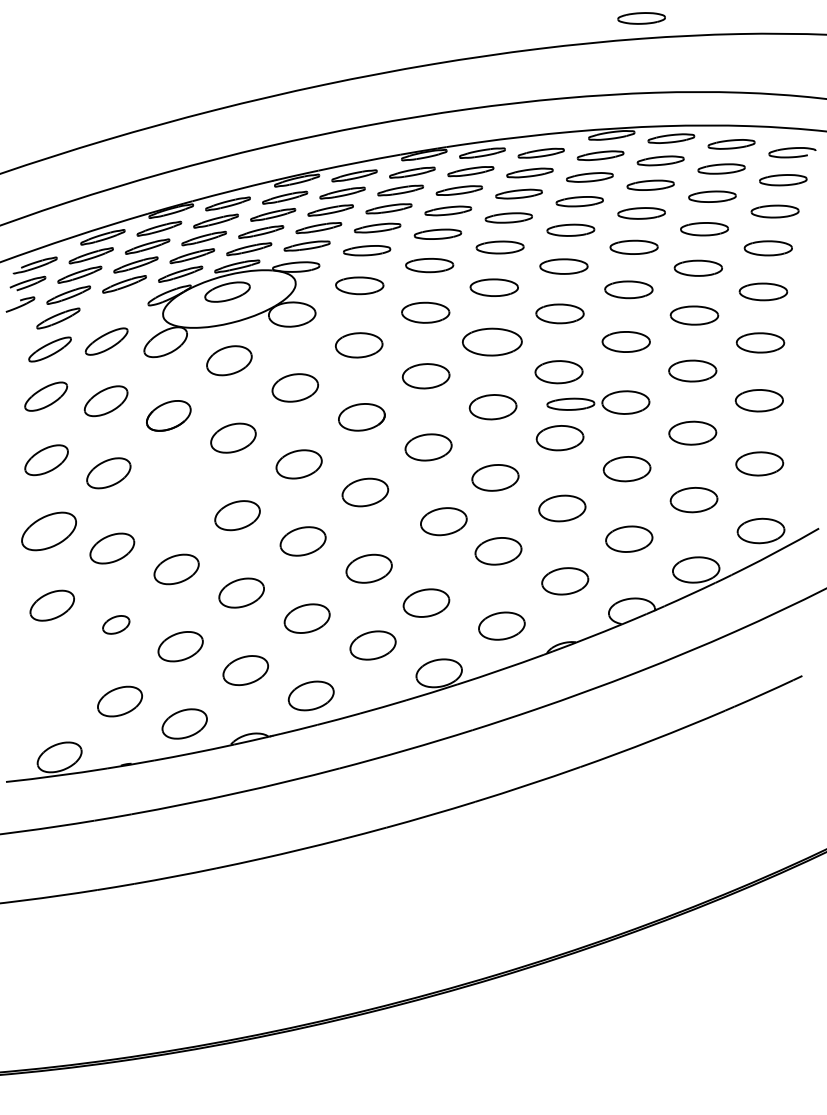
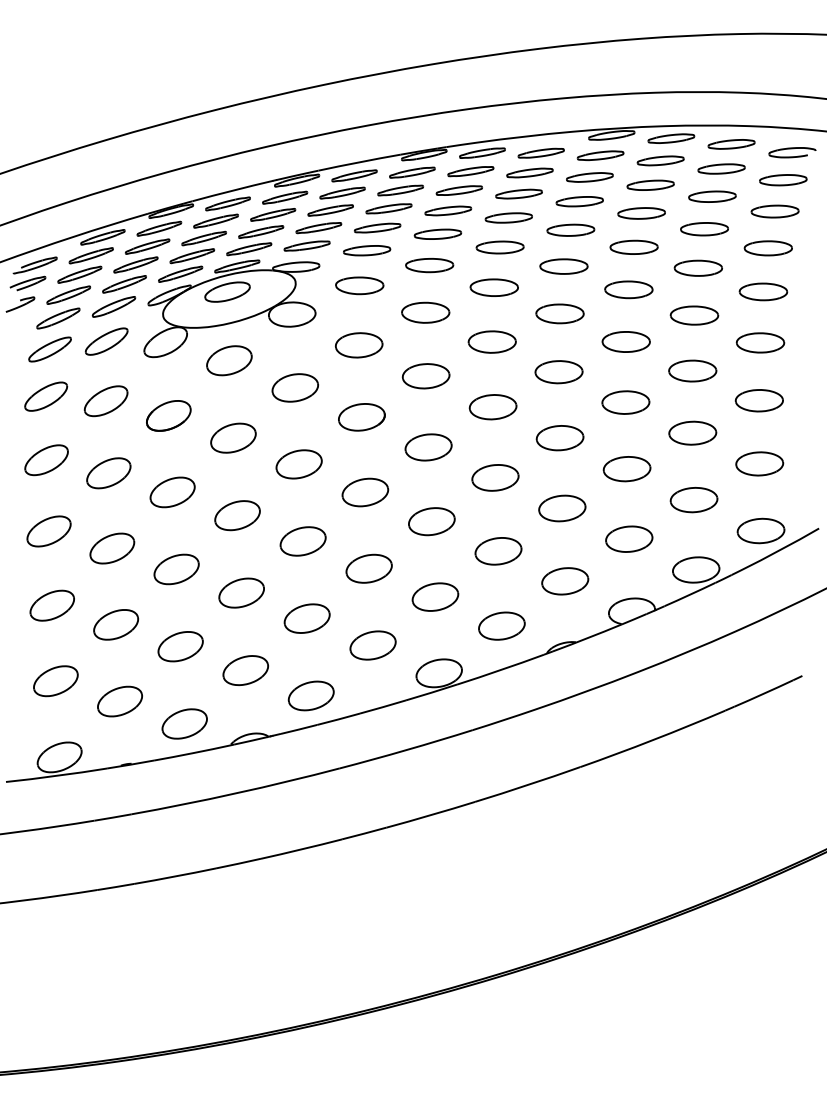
part at (641, 18): present -> none
part at (113, 306): none -> present
part at (492, 341) size: 61x30 px -> 50x24 px
part at (570, 403): present -> none
part at (172, 492): none -> present
part at (443, 521) position: (443, 521) -> (431, 521)
part at (48, 531) size: 56x41 px -> 46x33 px
part at (426, 602) position: (426, 602) -> (435, 596)
part at (116, 624) size: 29x20 px -> 47x32 px
part at (55, 681): none -> present
